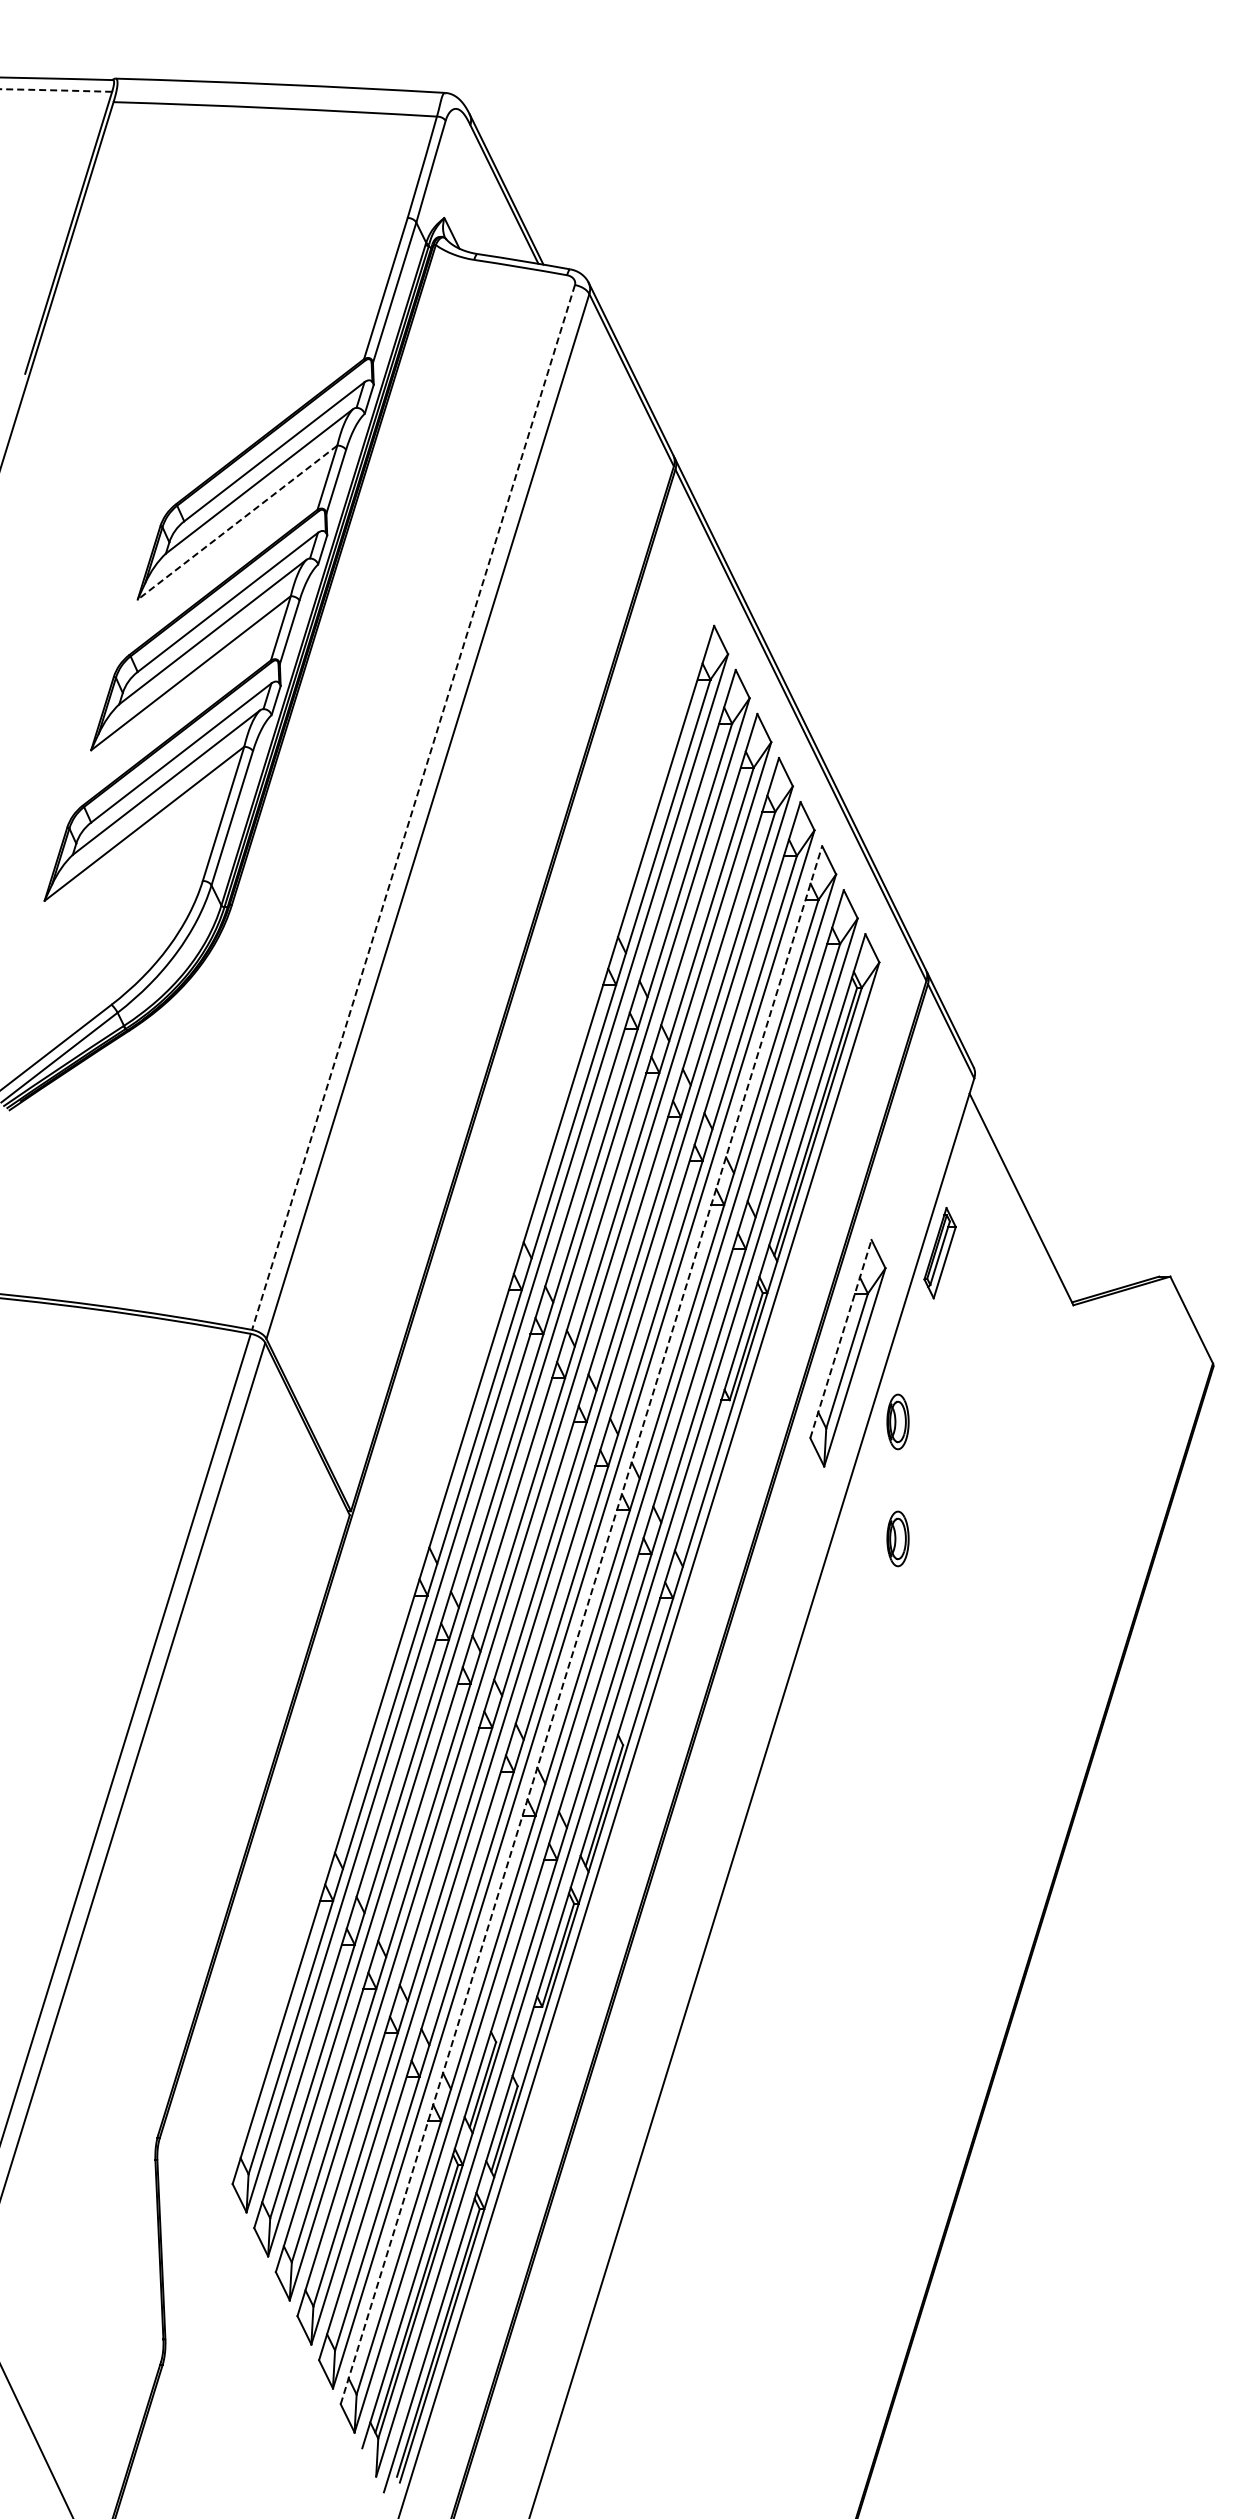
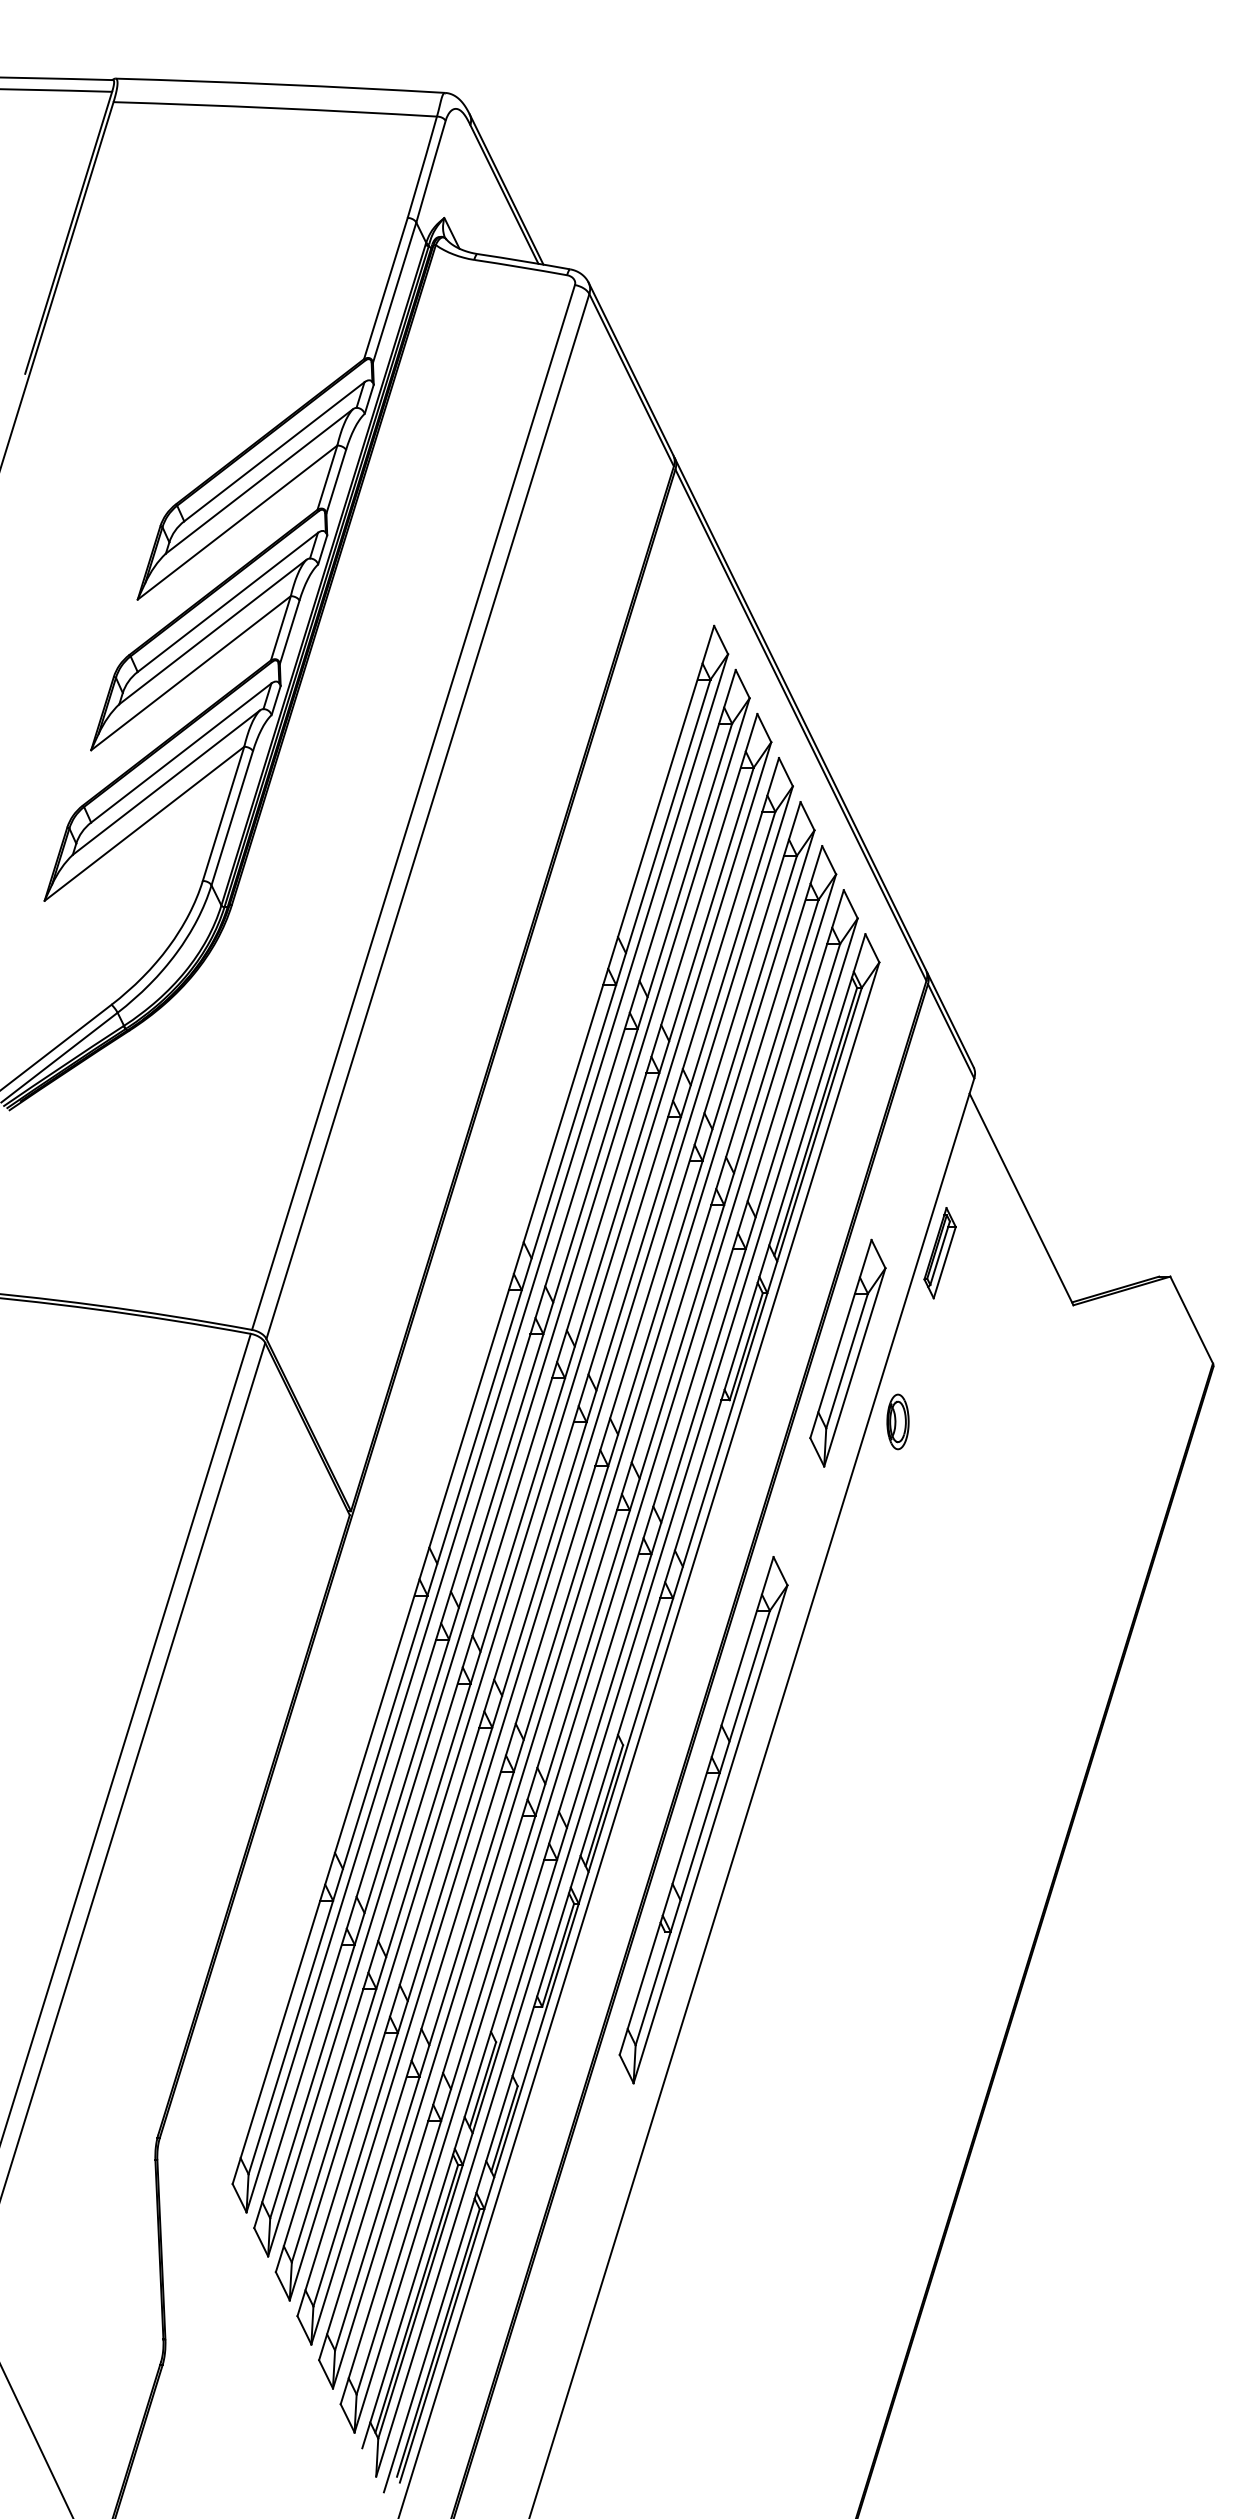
arc at (55, 90): dashed -> solid
line at (237, 522): dashed -> solid
line at (413, 807): dashed -> solid
line at (840, 1339): dashed -> solid
part at (897, 1538): present -> none
line at (581, 1624): dashed -> solid
part at (703, 1820): none -> present
